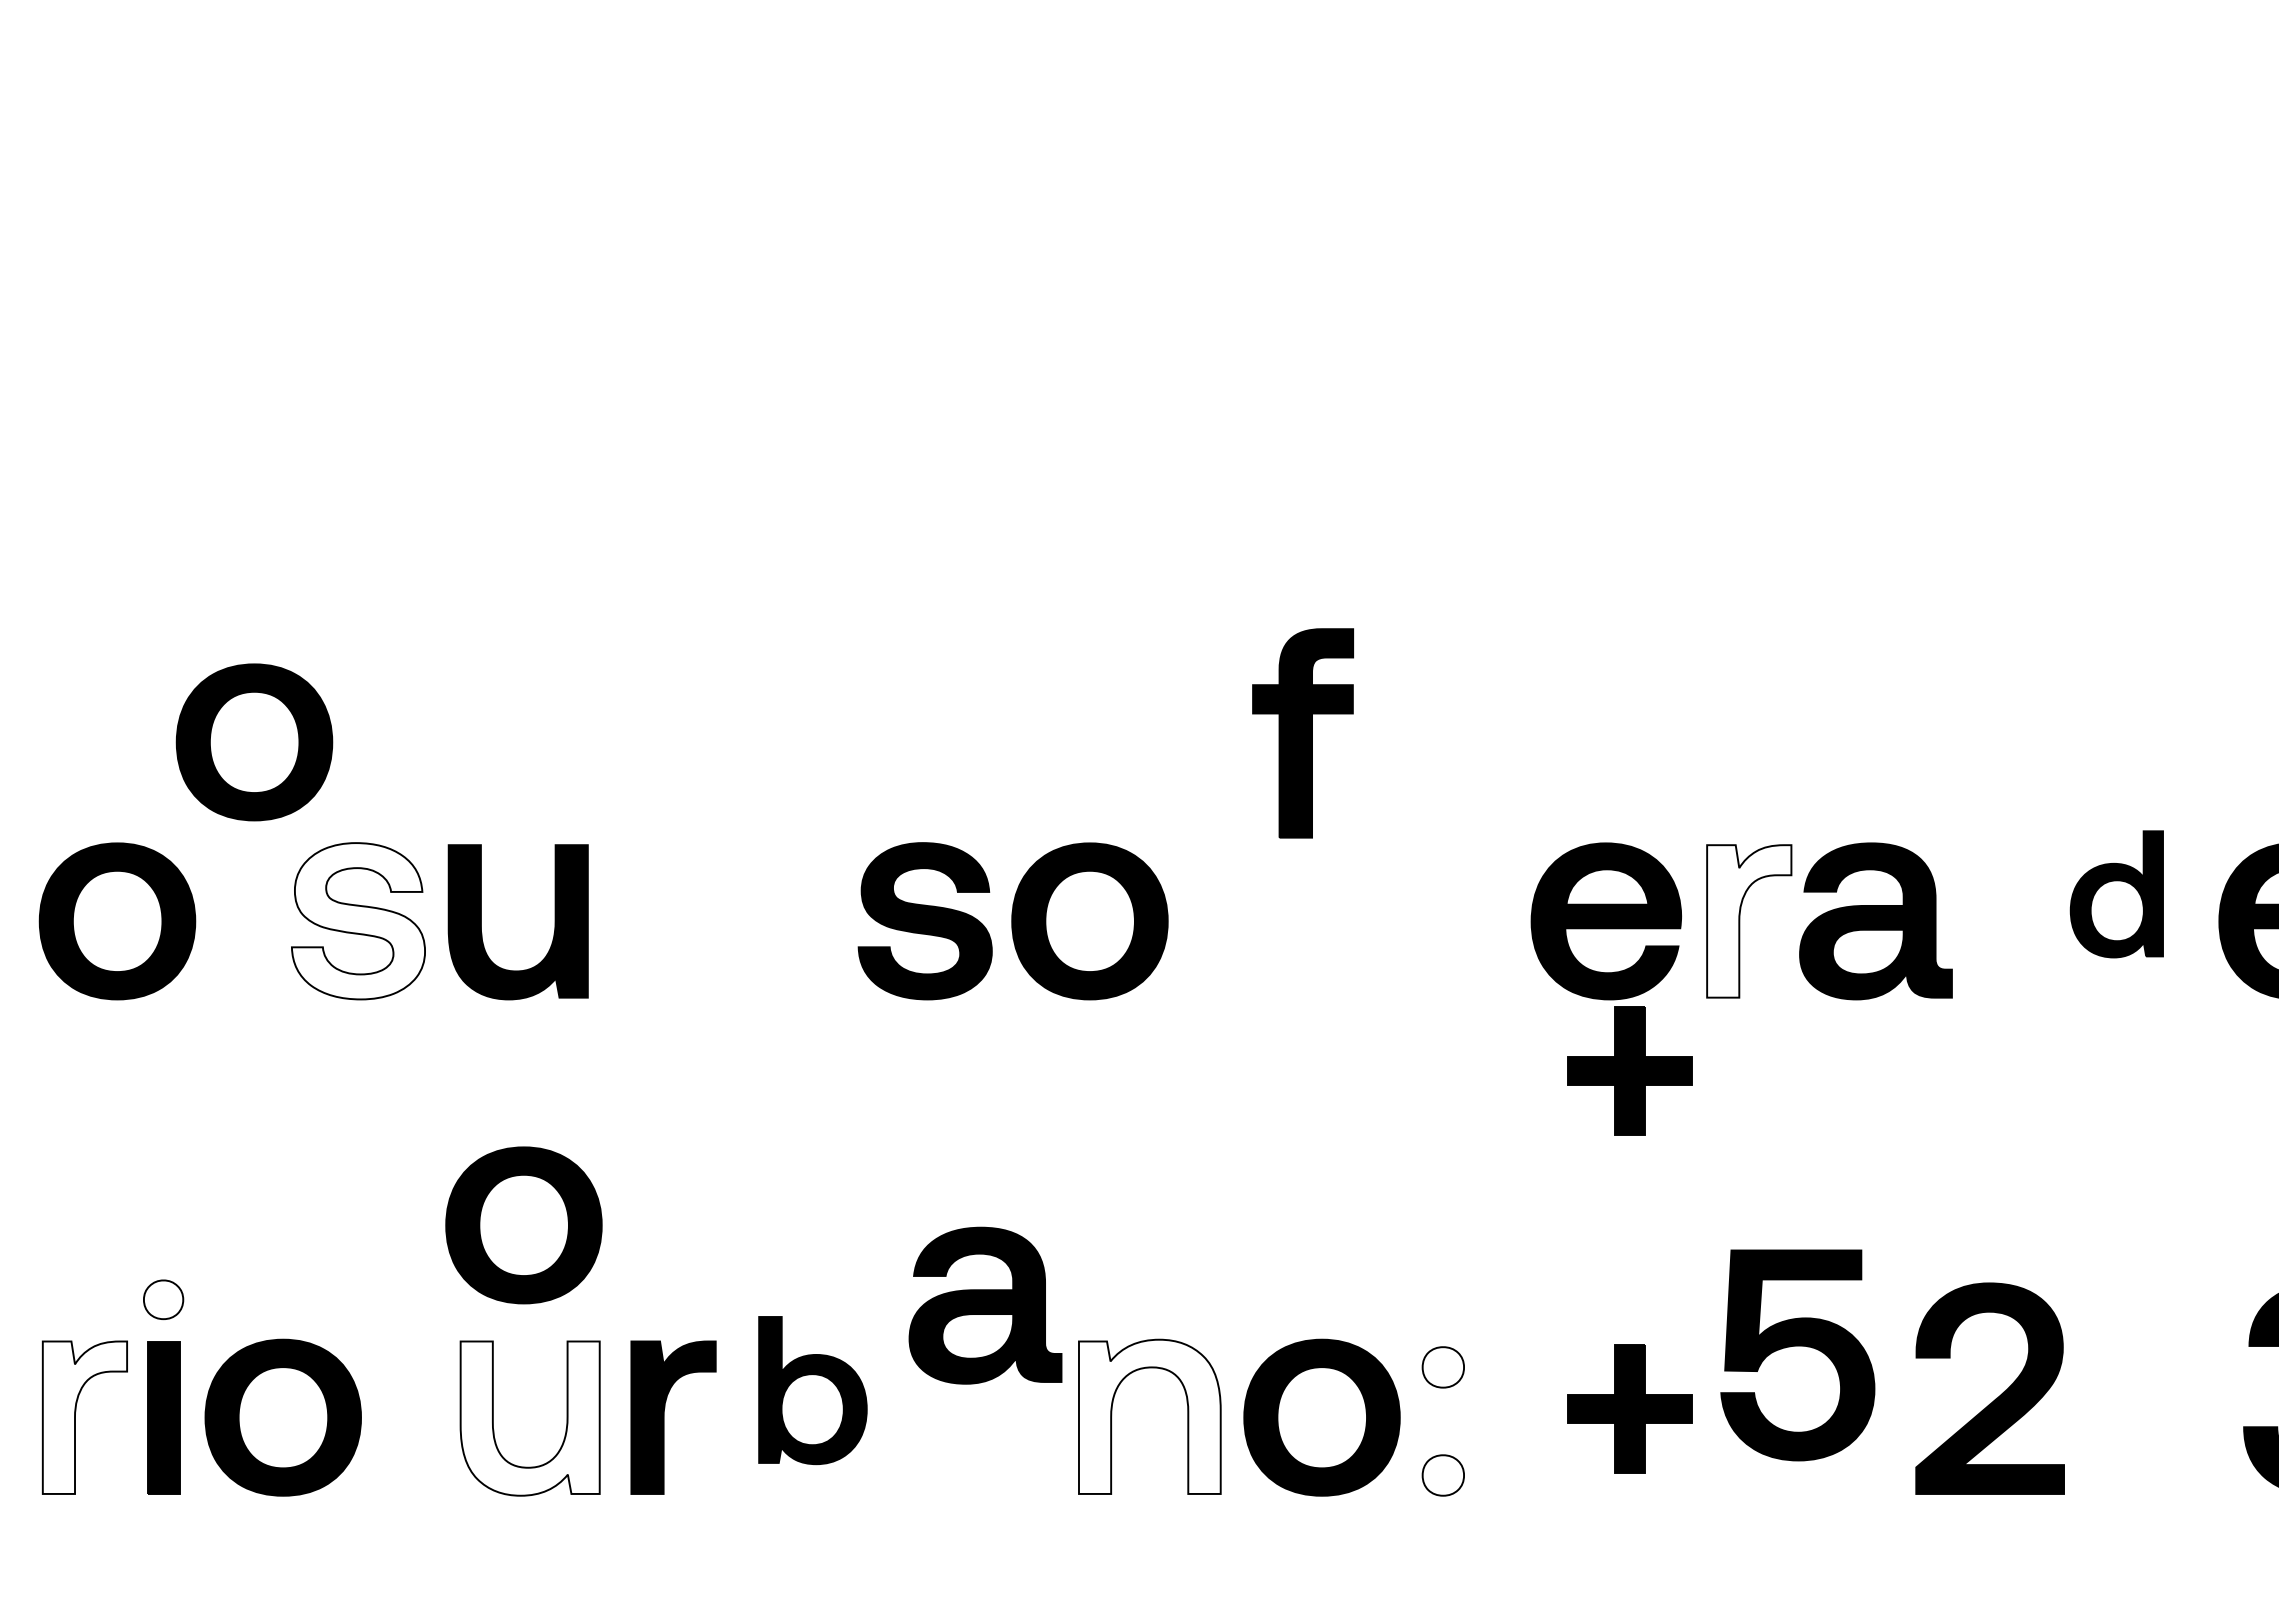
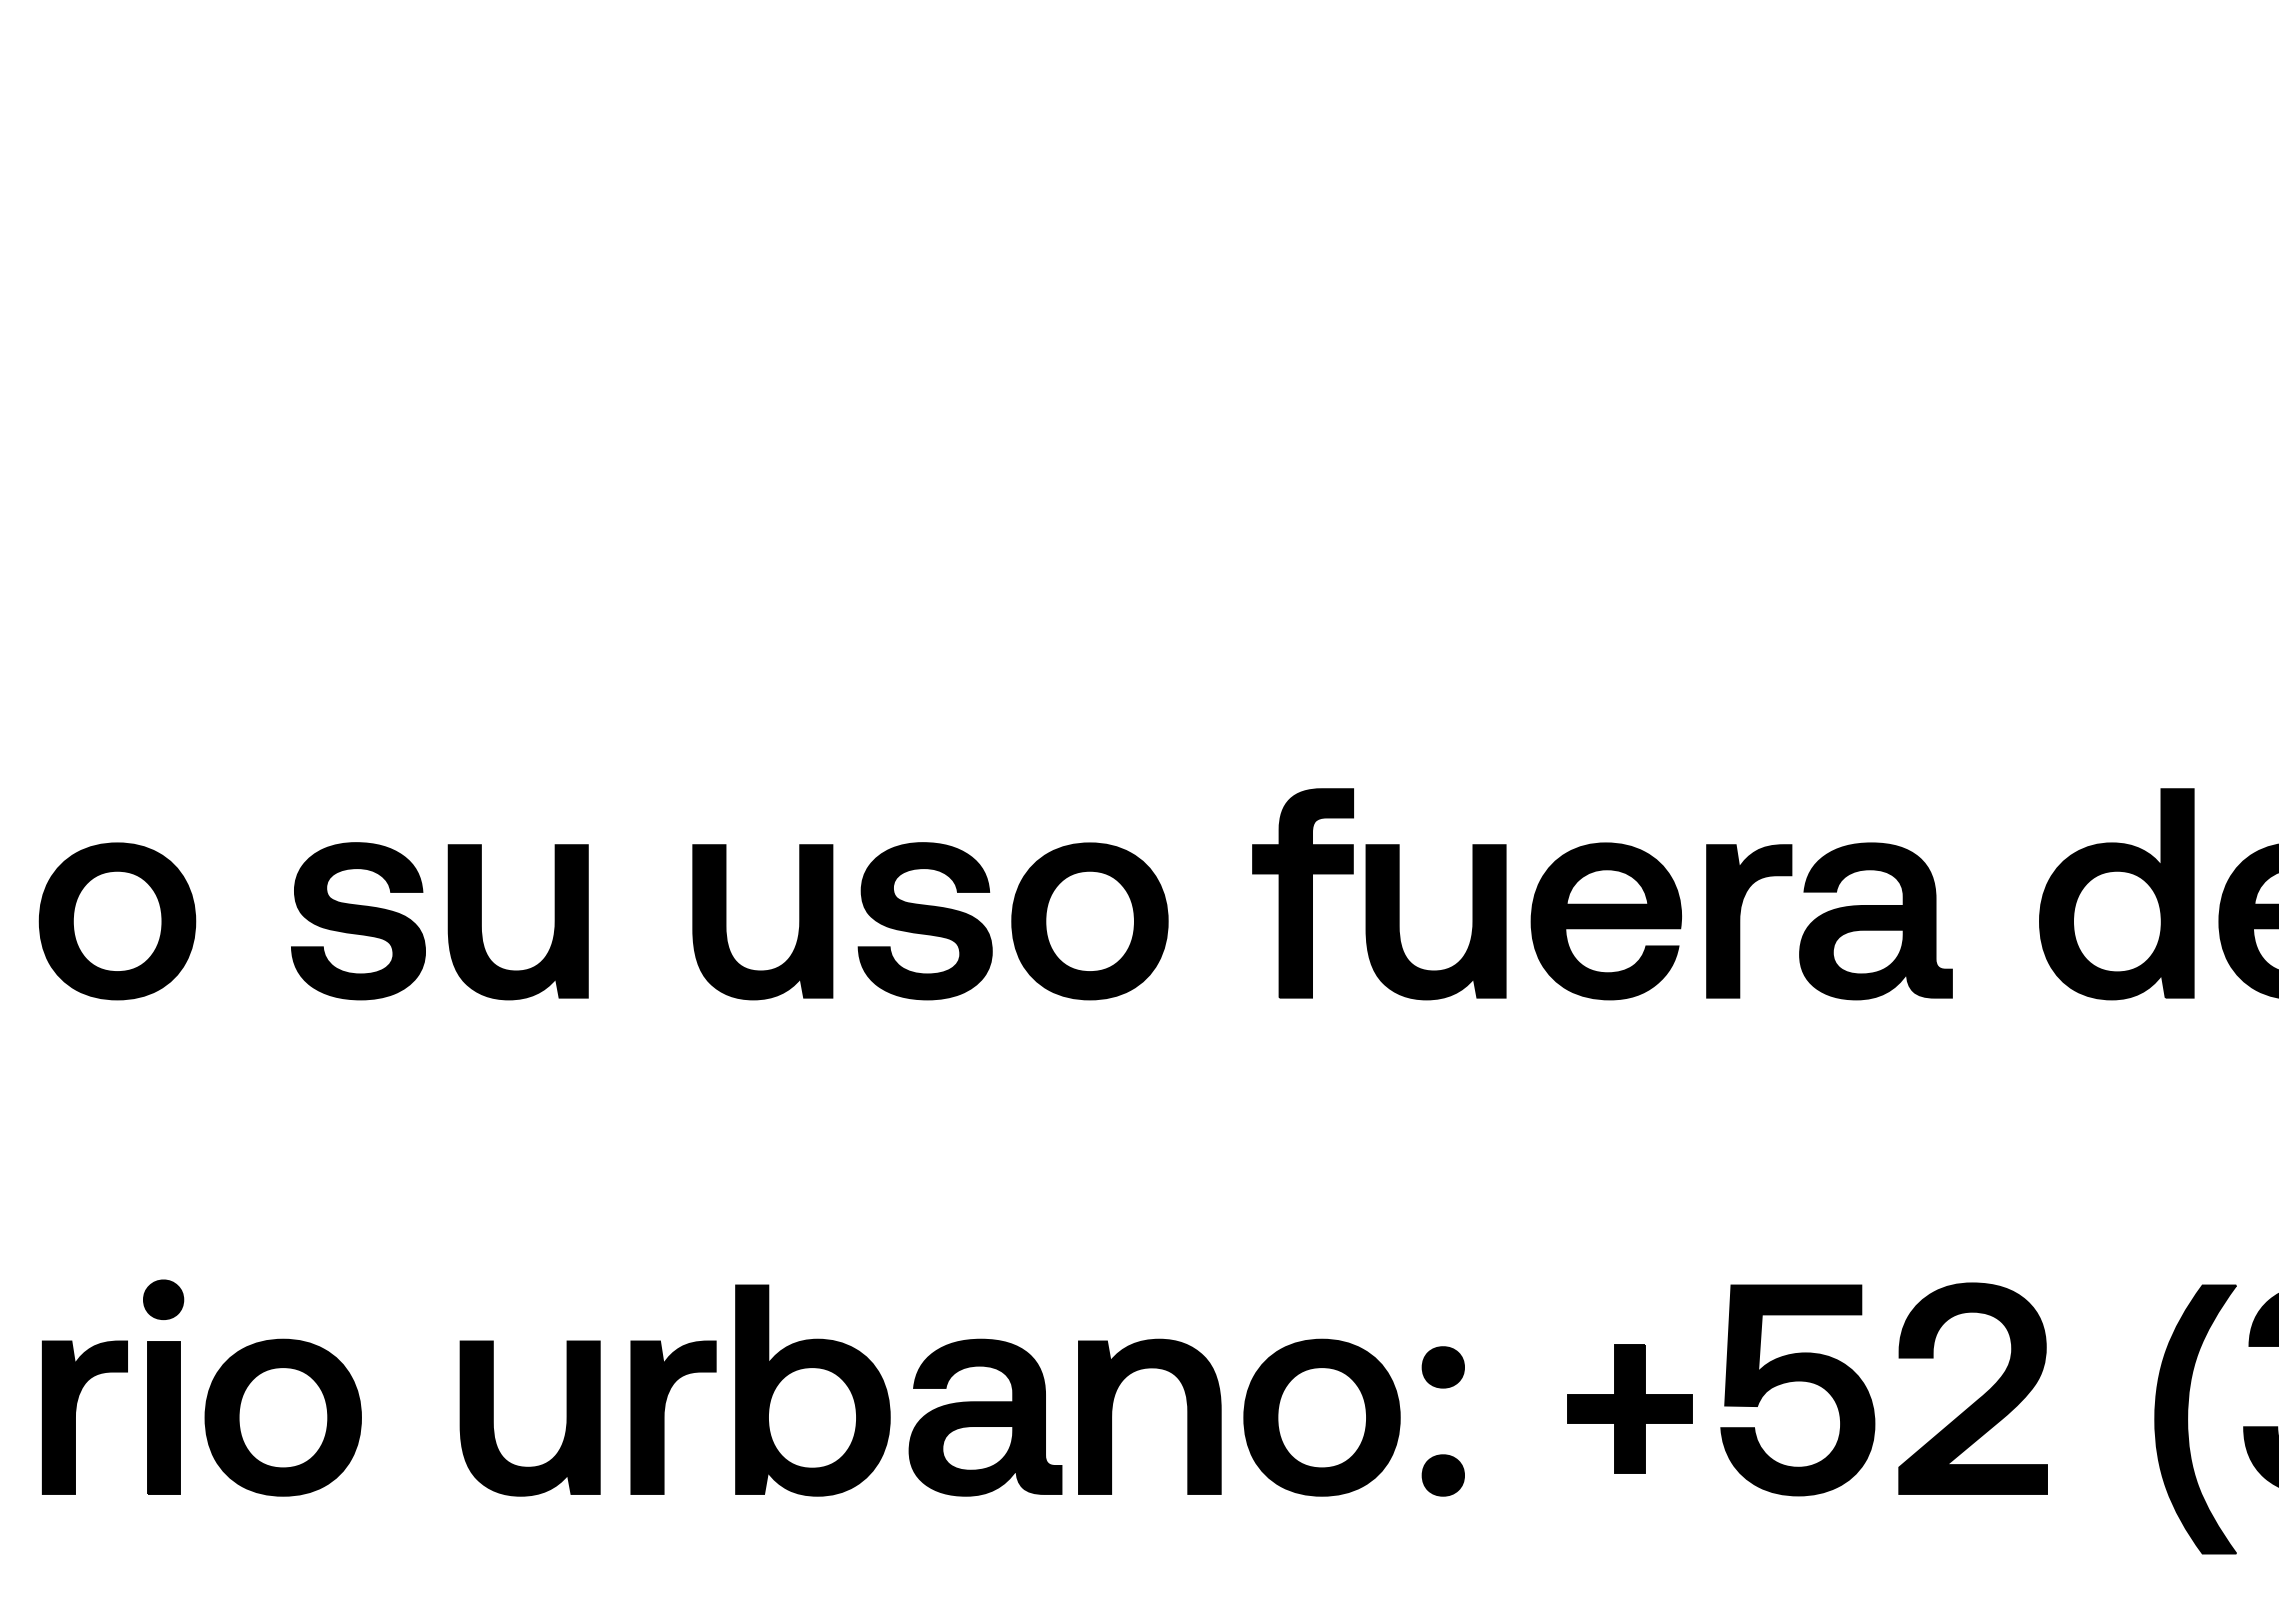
part at (1302, 733) position: (1302, 733) -> (1302, 893)
part at (254, 742): present -> none
part at (2116, 894) size: 95x129 px -> 156x213 px
fill at (358, 921): none -> present
fill at (1749, 921): none -> present
part at (726, 922): none -> present
part at (1399, 922): none -> present
part at (1629, 1070): present -> none
part at (523, 1225): present -> none
fill at (163, 1299): none -> present
part at (985, 1305) position: (985, 1305) -> (985, 1417)
part at (1797, 1346) position: (1797, 1346) -> (1797, 1381)
fill at (1443, 1367): none -> present
part at (812, 1390) size: 110x150 px -> 156x213 px
part at (1996, 1397) position: (1996, 1397) -> (1979, 1397)
fill at (1149, 1416): none -> present
fill at (84, 1417): none -> present
part at (2188, 1417): none -> present
fill at (529, 1418): none -> present
fill at (1443, 1475): none -> present
